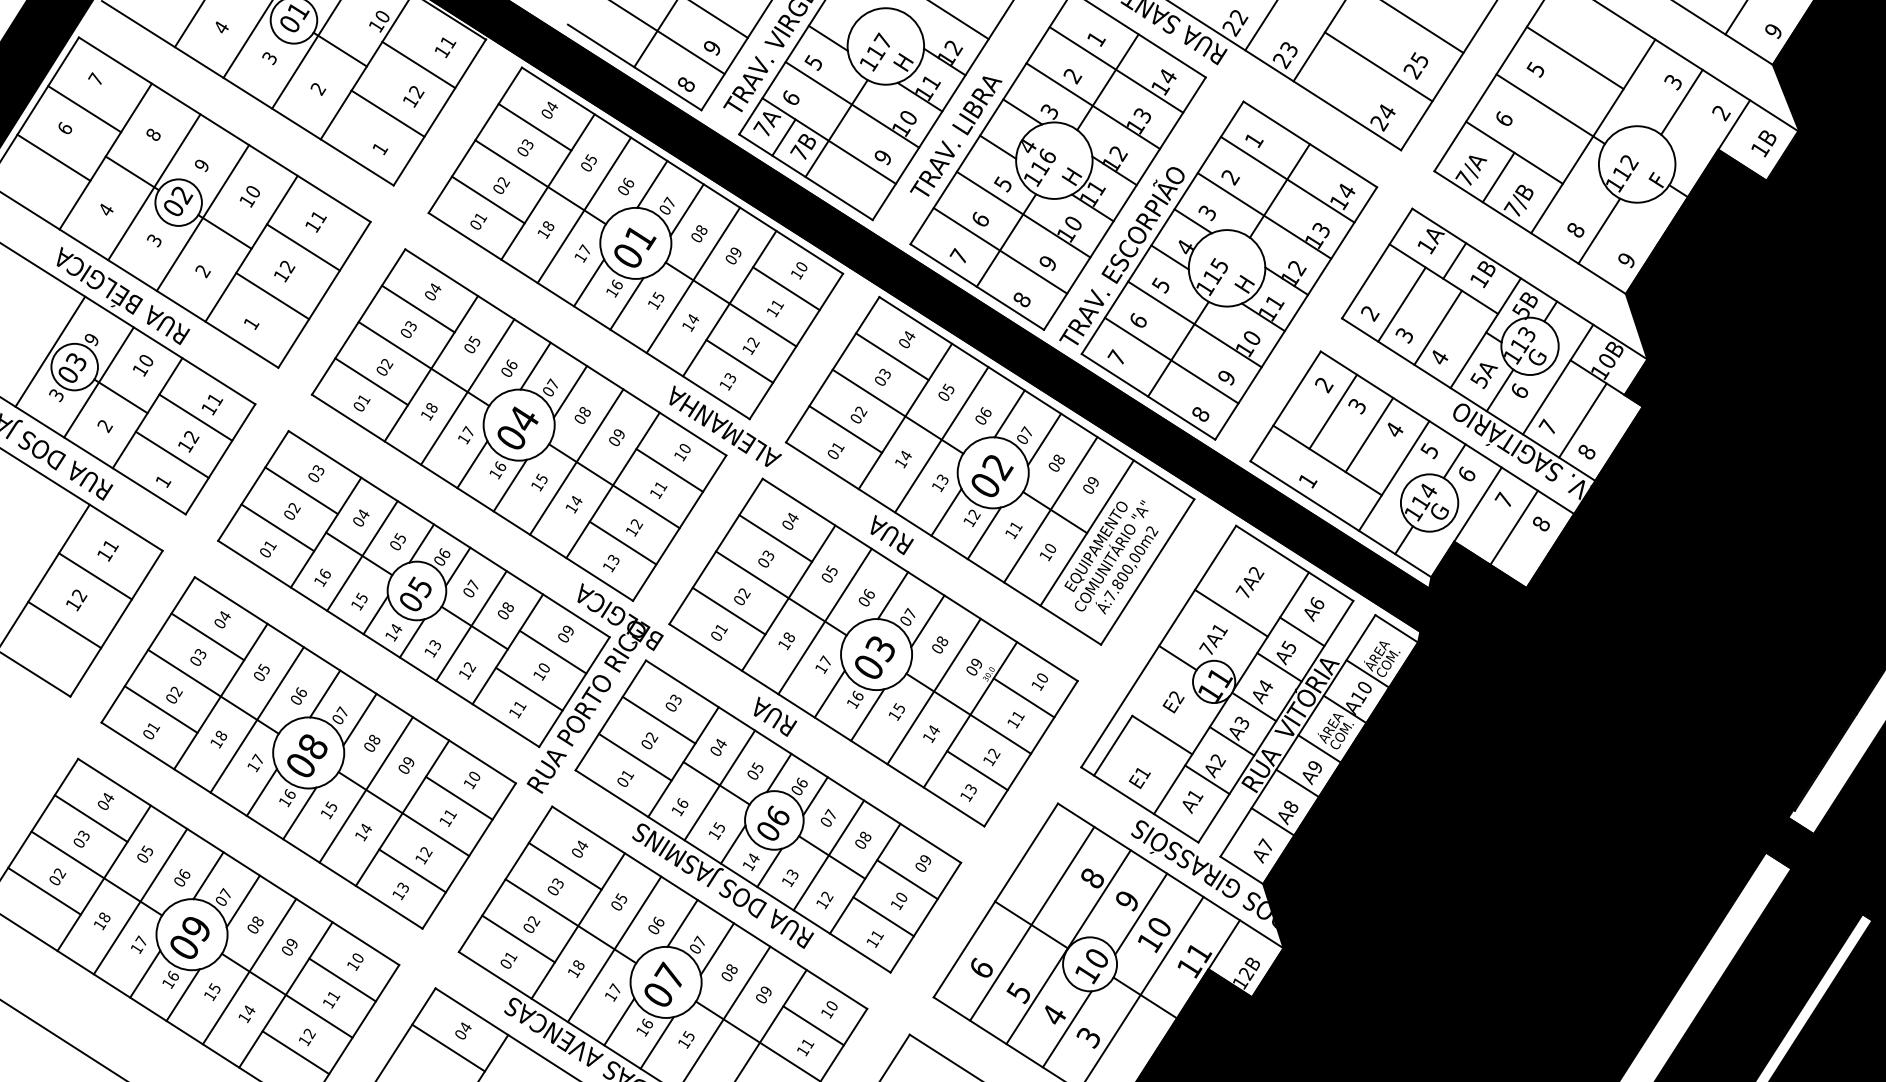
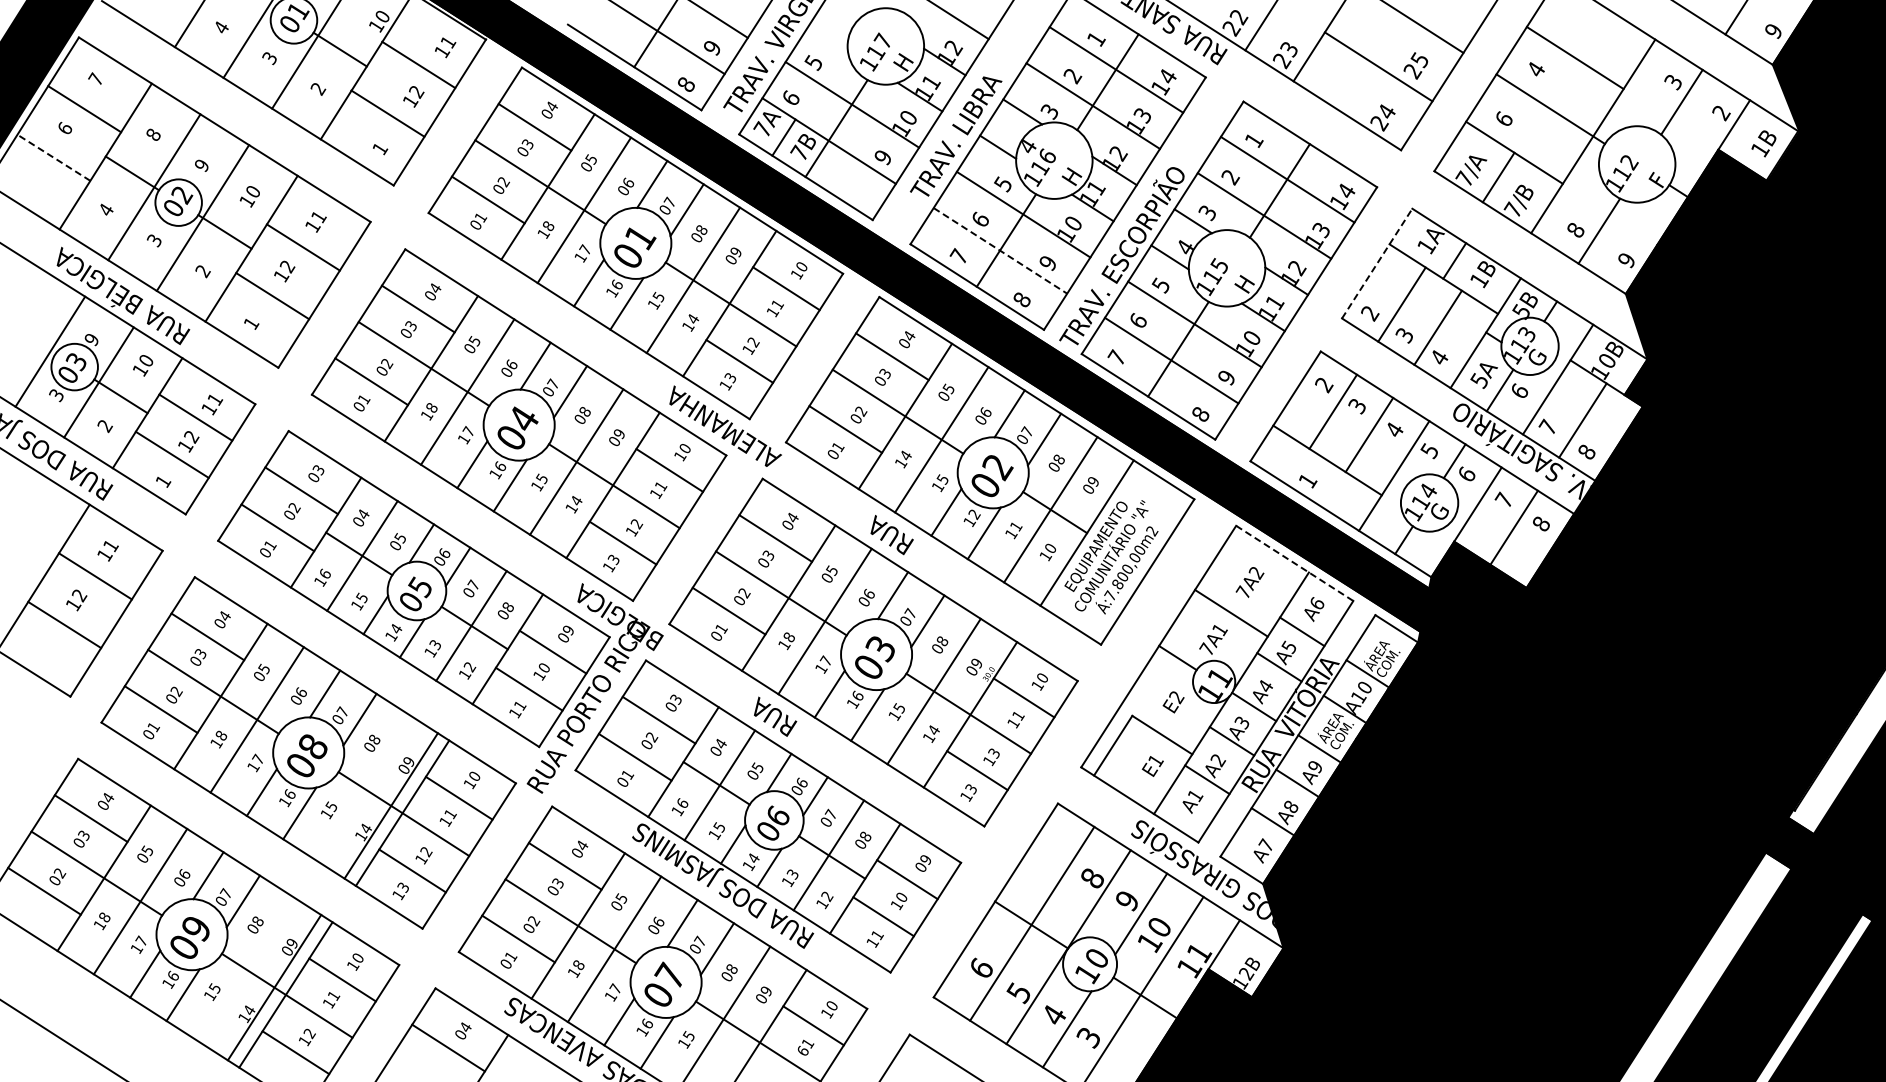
line at (827, 37): present -> none
text at (1535, 69): 5 -> 4
line at (53, 157): solid -> dashed
line at (1000, 251): solid -> dashed
line at (1377, 263): solid -> dashed
text at (942, 477): 13 -> 15
line at (1294, 563): solid -> dashed
text at (994, 753): 12 -> 13
text at (1139, 778) position: (1139, 778) -> (1152, 766)
line at (365, 789) position: (365, 789) -> (390, 805)
line at (249, 971) position: (249, 971) -> (274, 987)
text at (803, 1050): 11 -> 61
